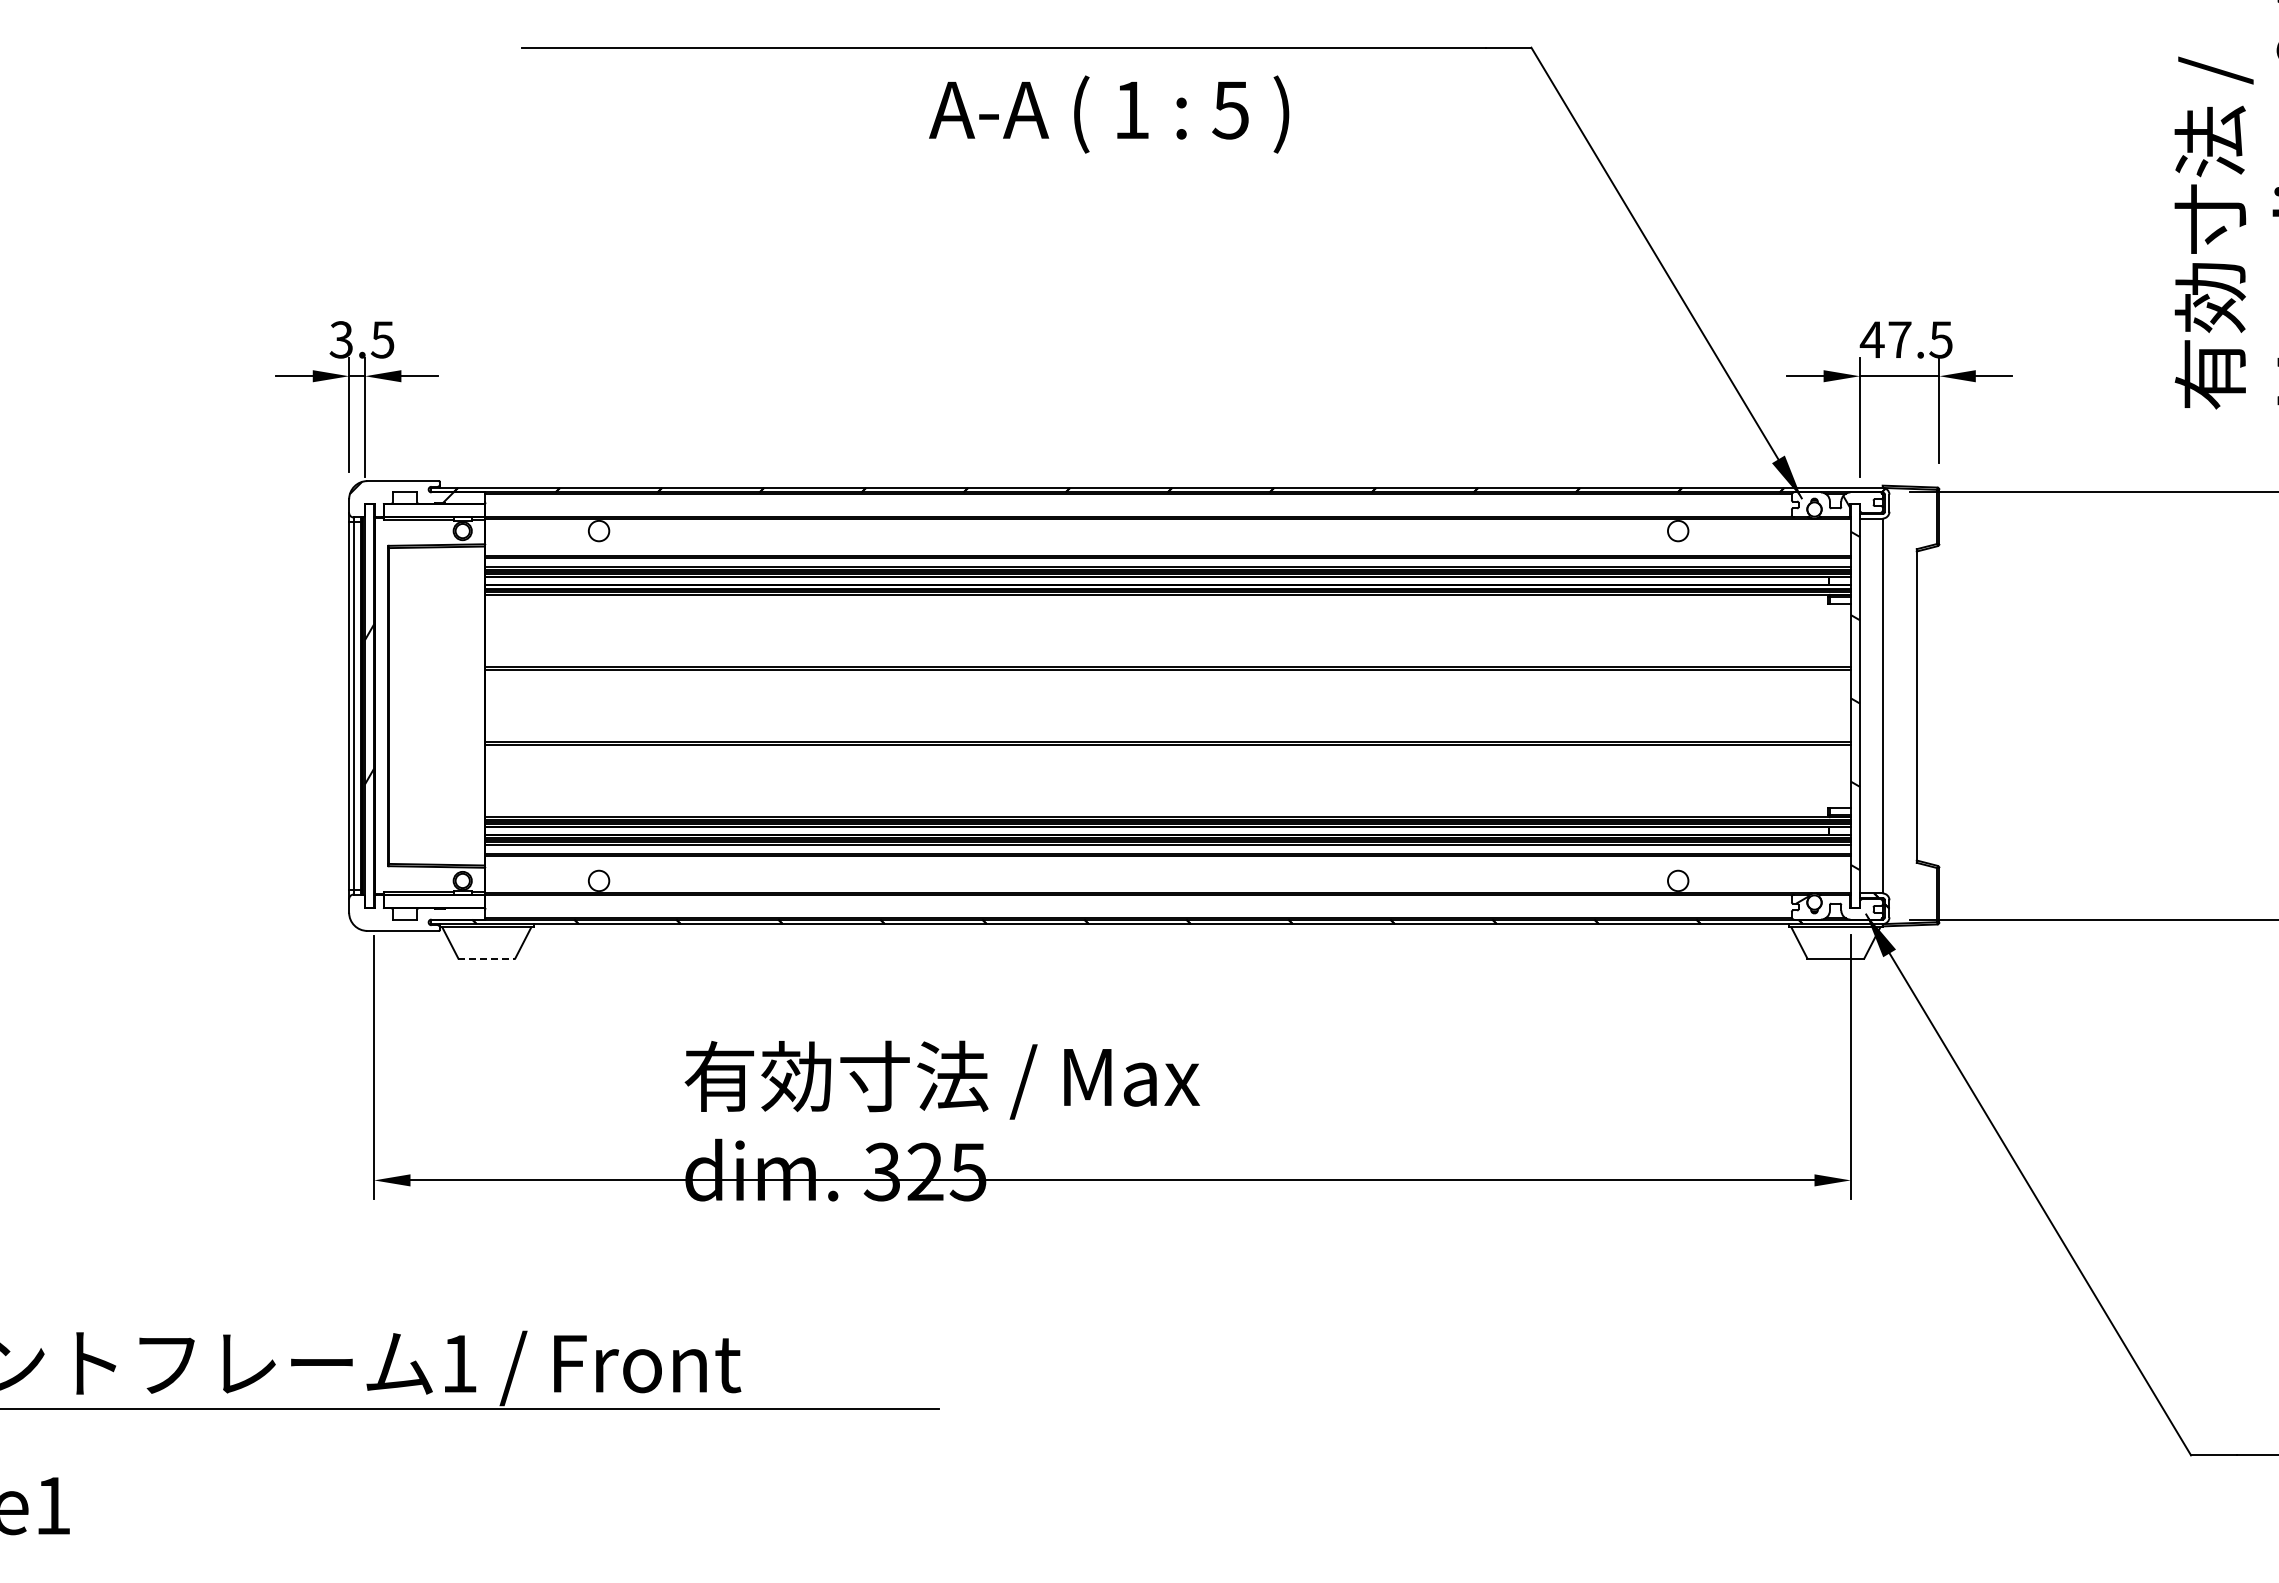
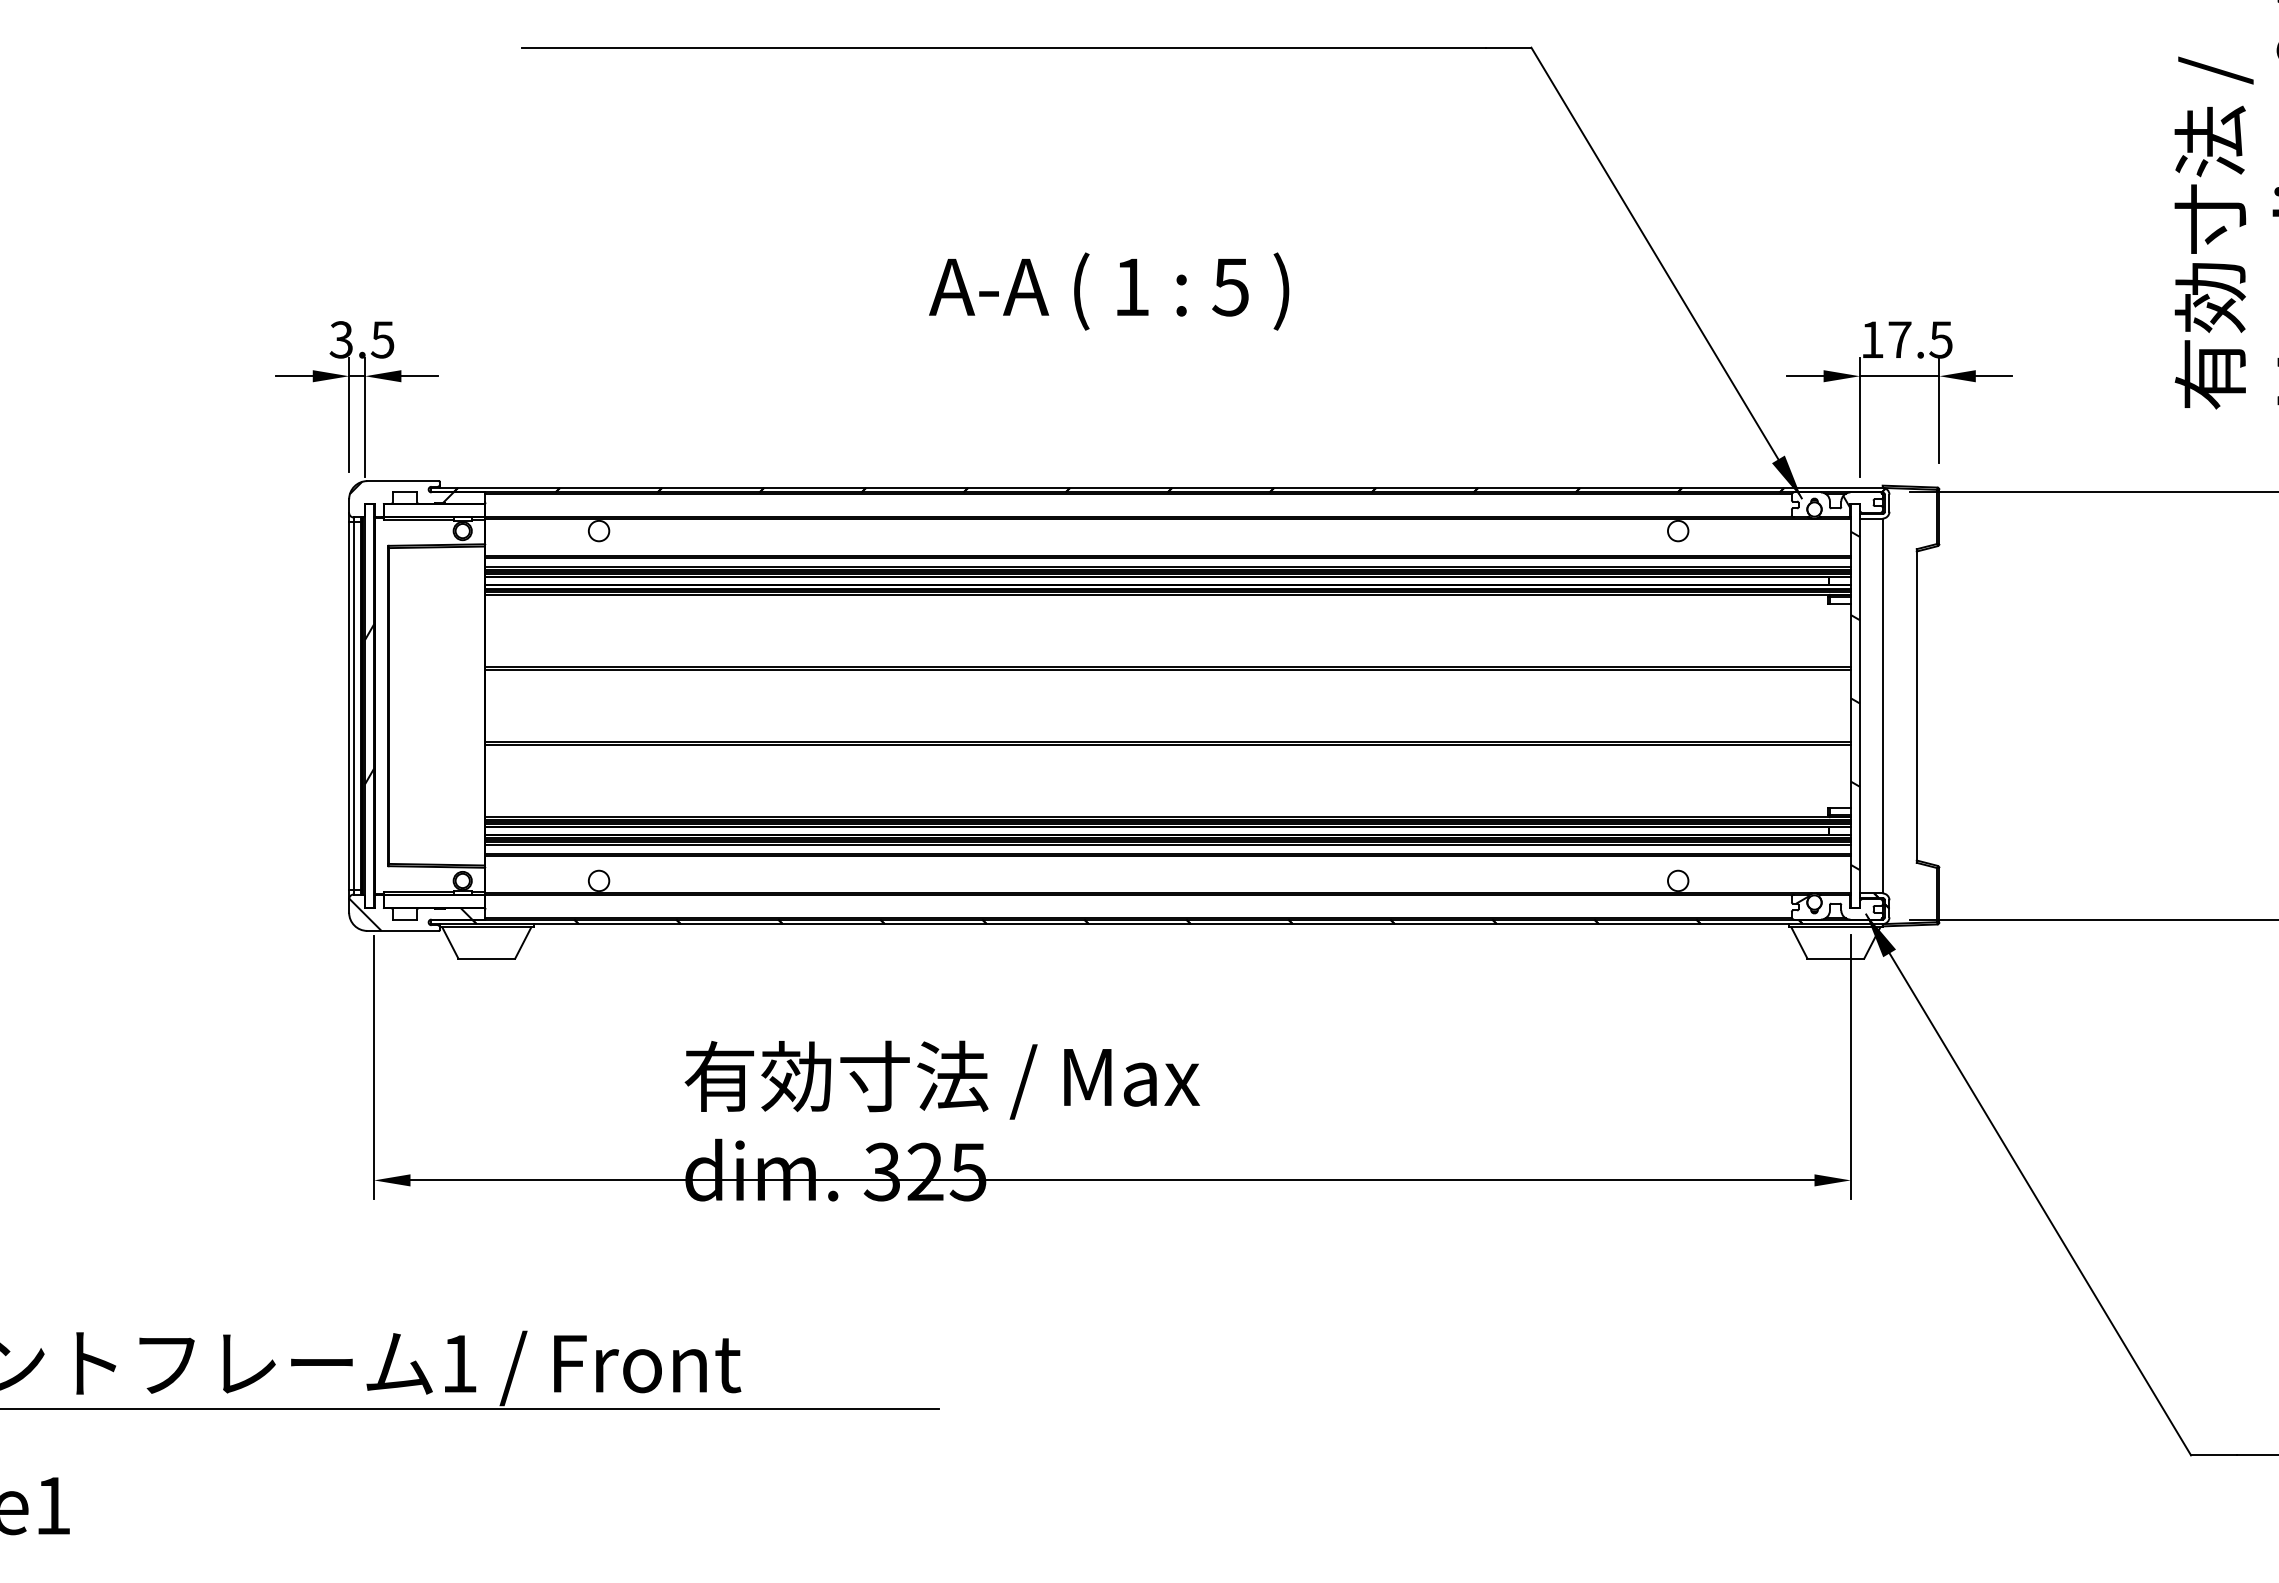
text at (1109, 114) position: (1109, 114) -> (1109, 291)
text at (1871, 339): 47.5 -> 17.5
hatch at (410, 914): none -> present
line at (487, 958): dashed -> solid
